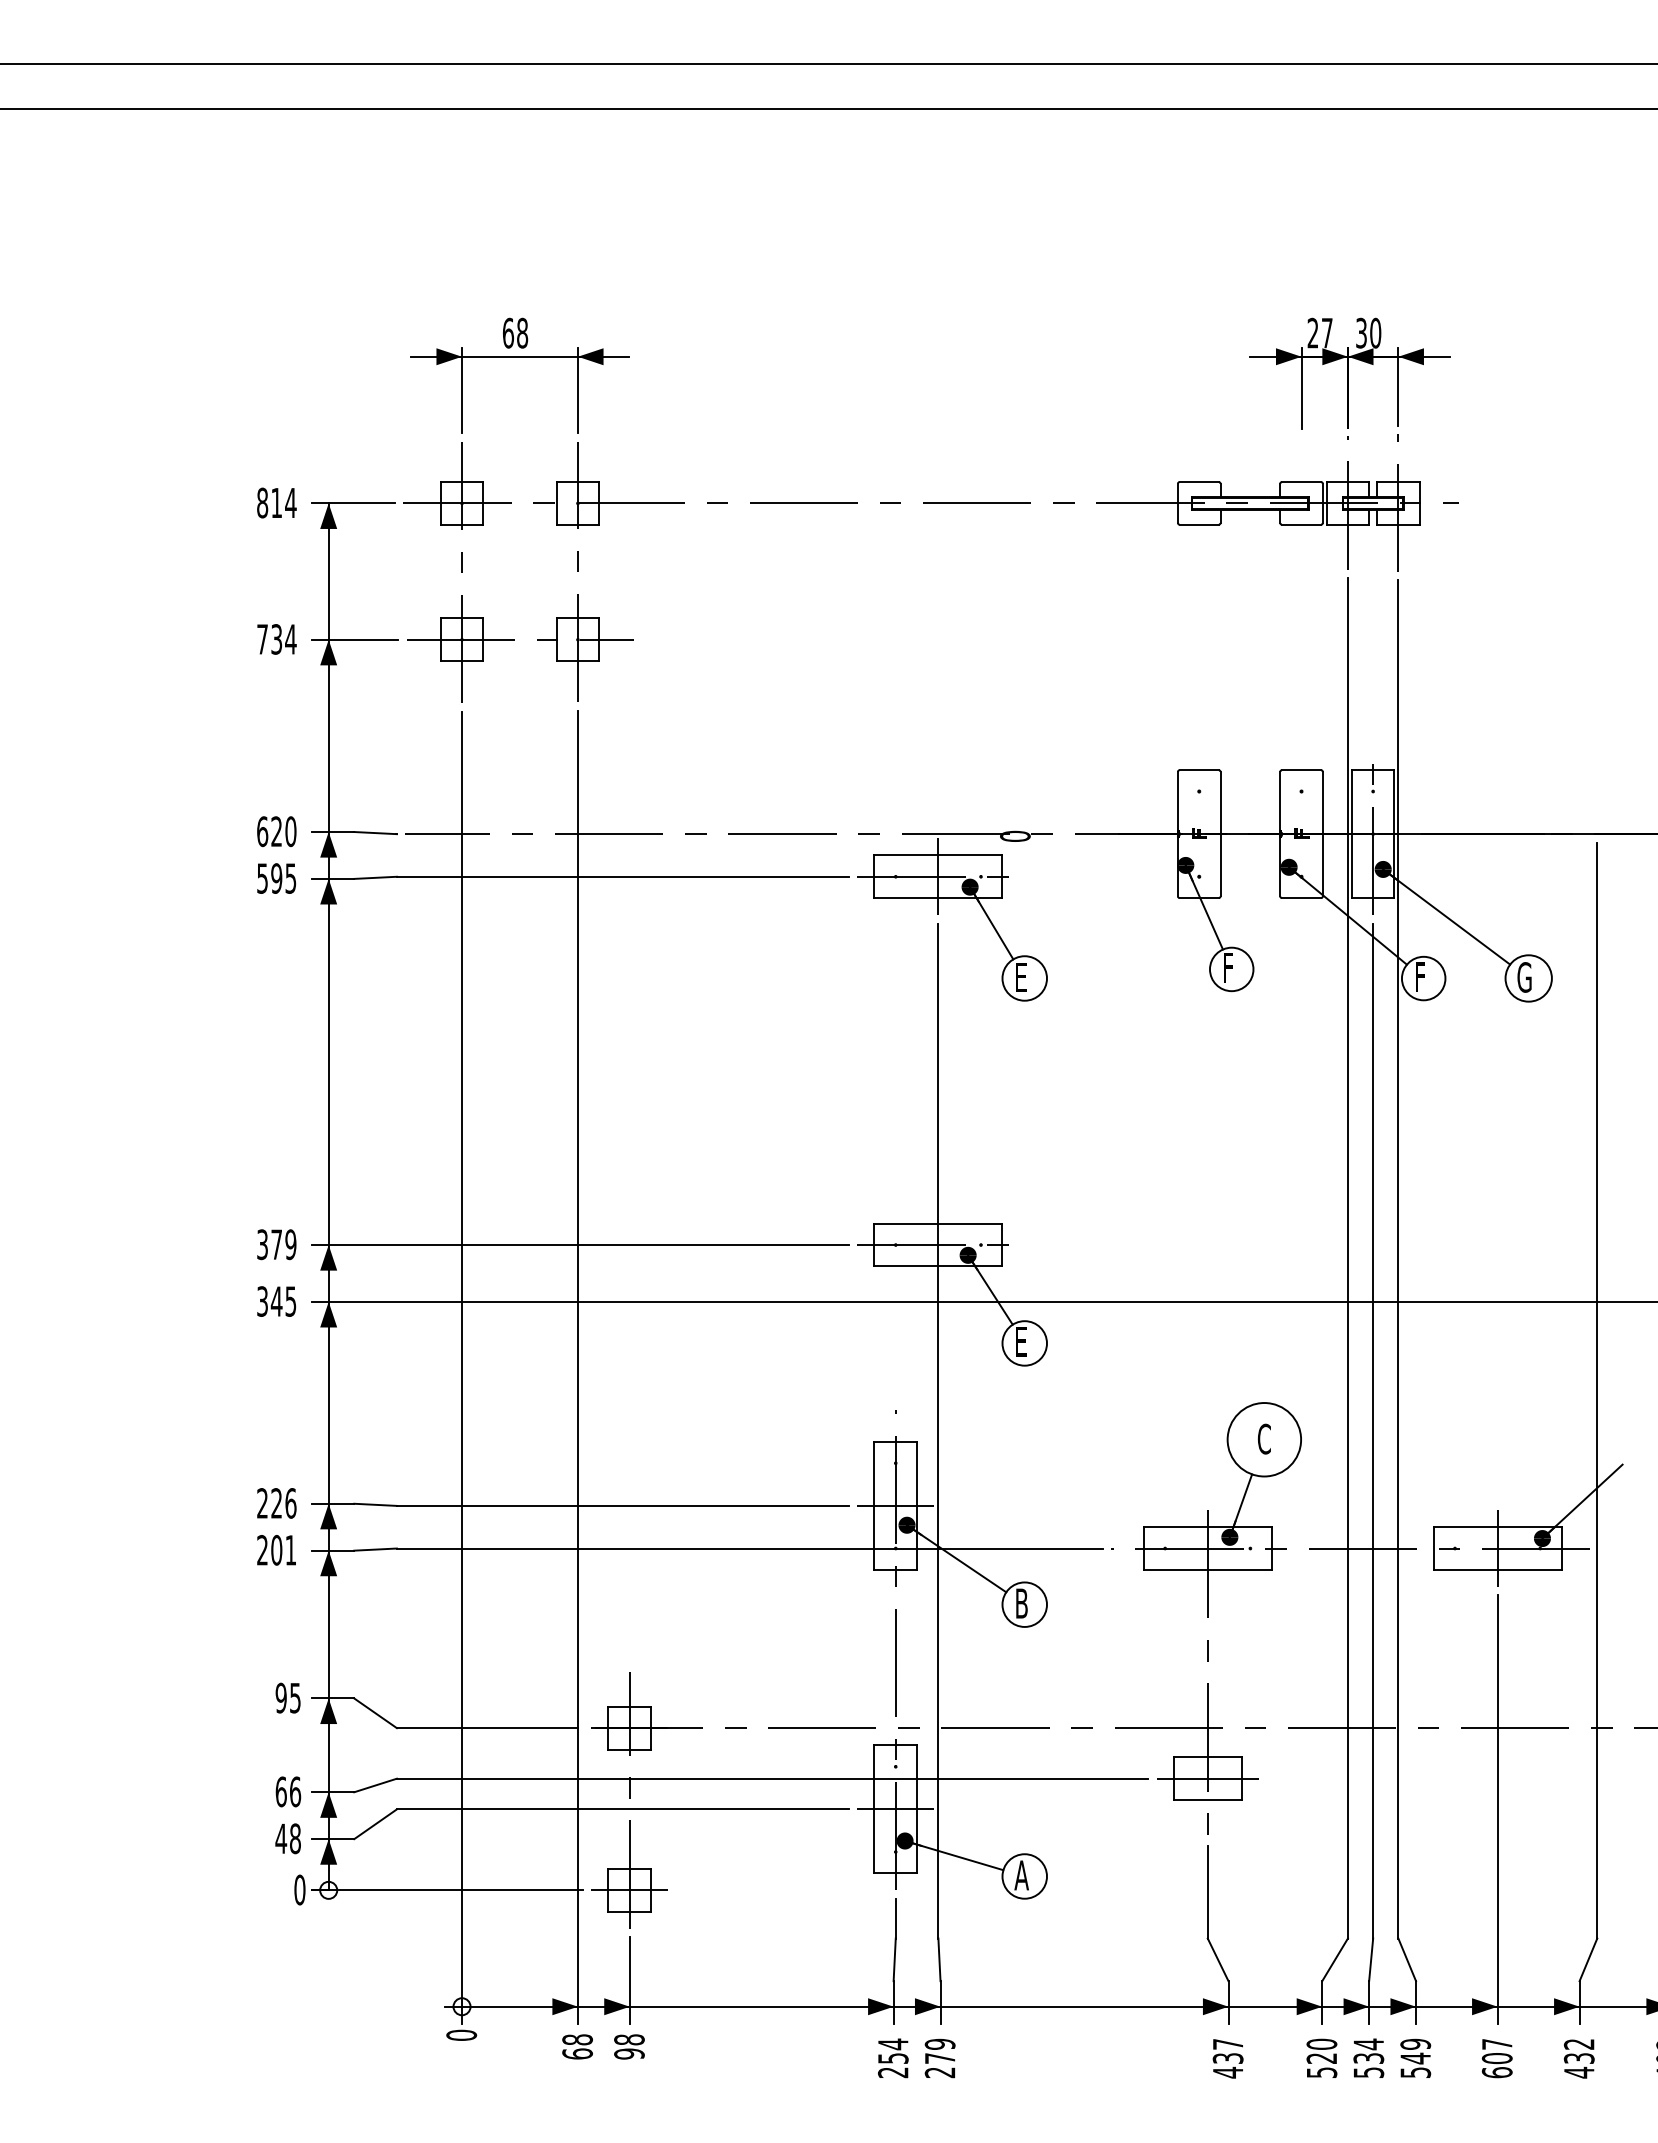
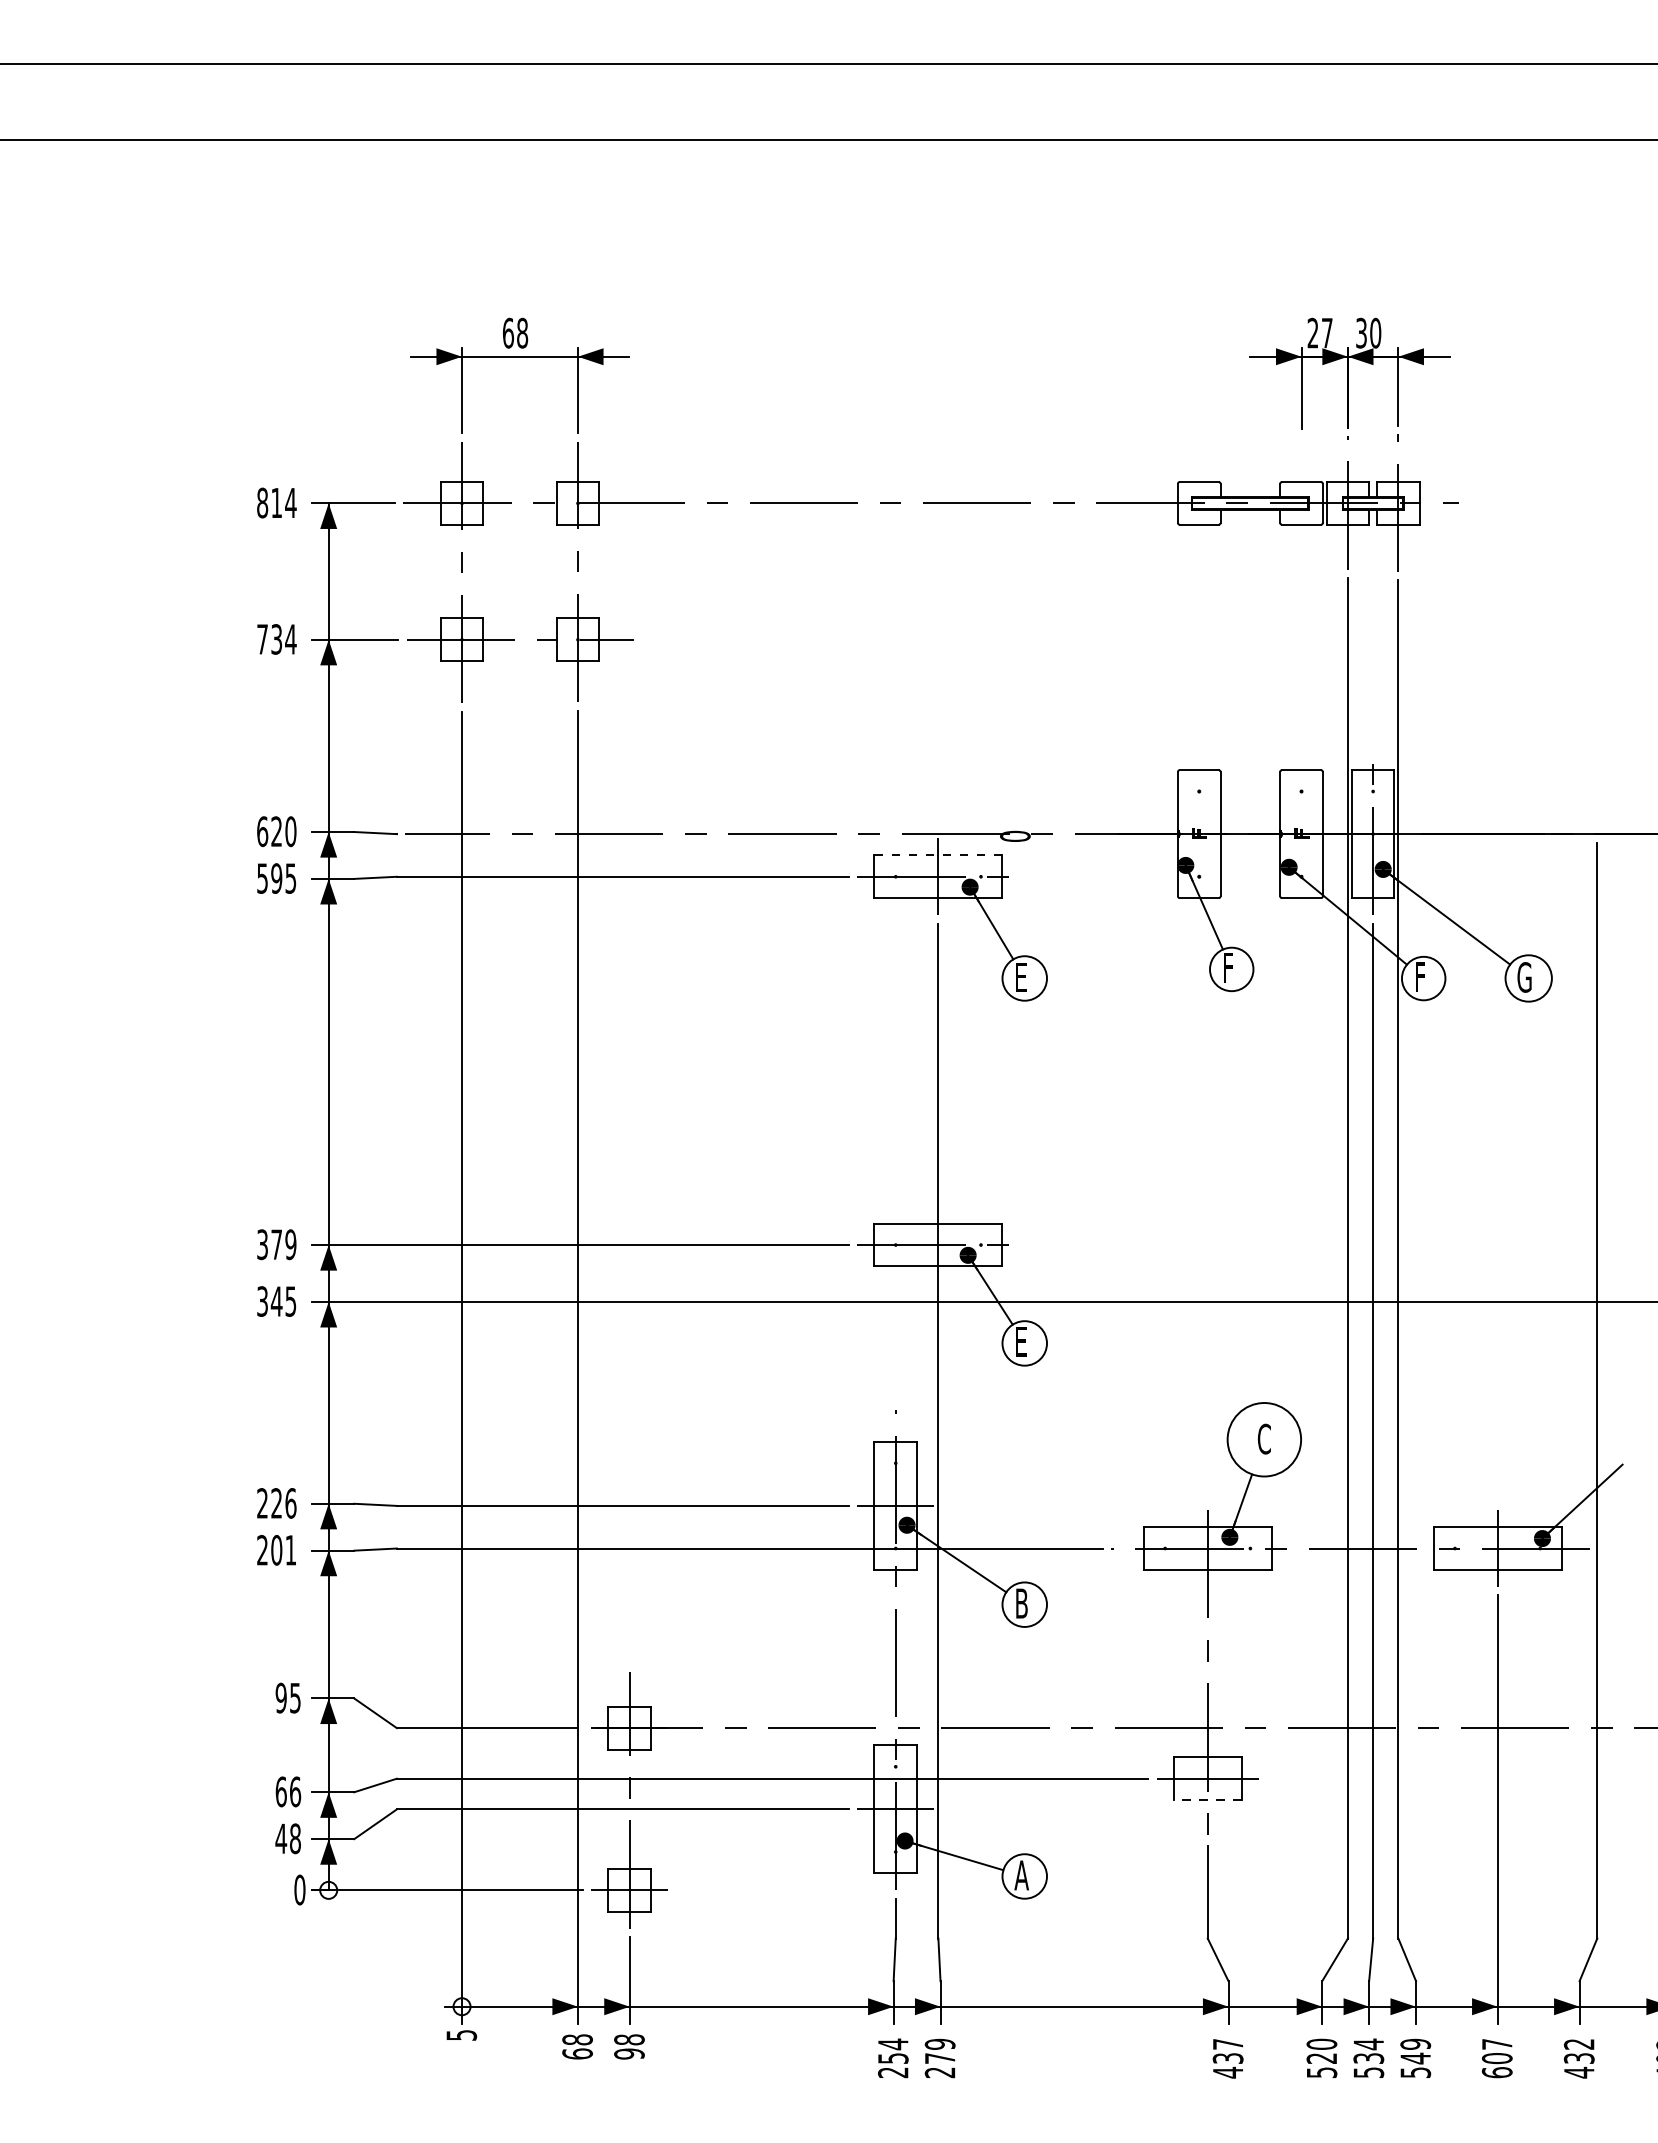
line at (828, 109) position: (828, 109) -> (828, 140)
line at (938, 855): solid -> dashed
line at (1207, 1800): solid -> dashed
text at (461, 2034): 0 -> 5
